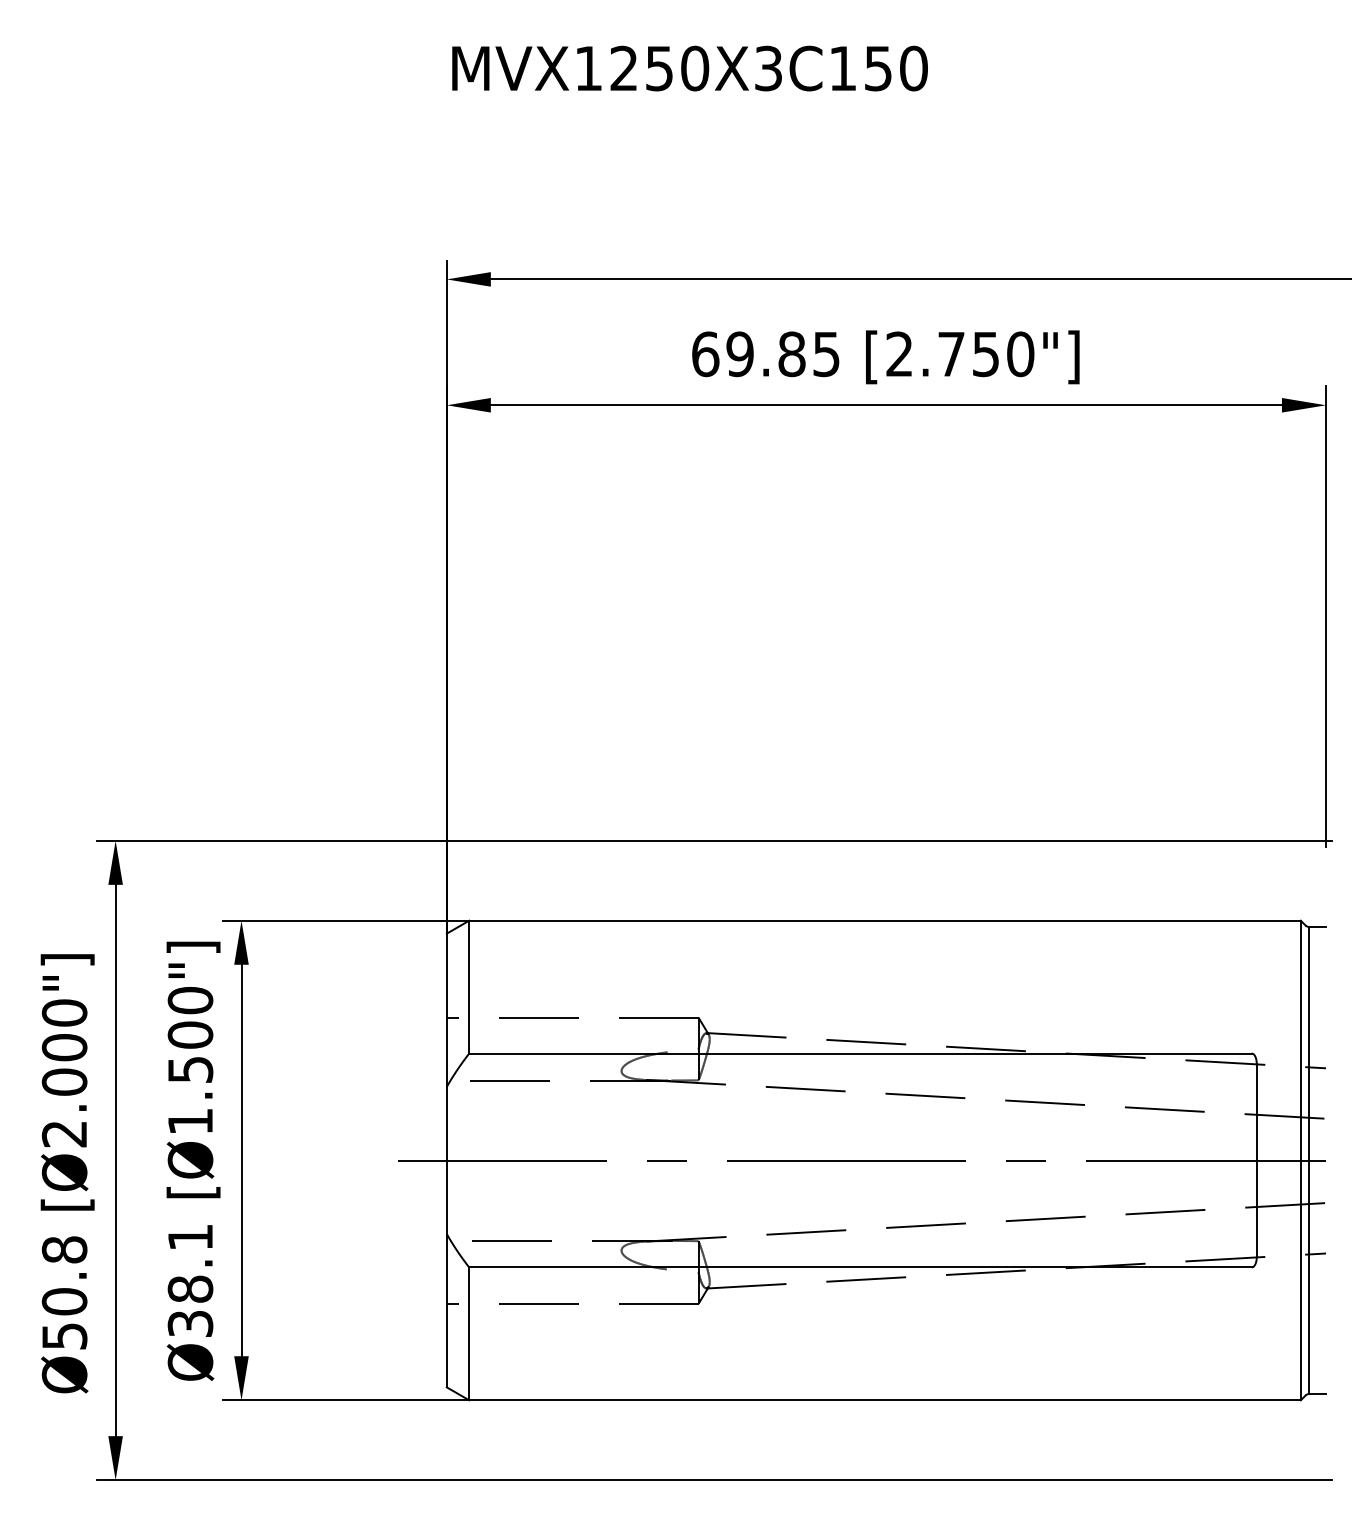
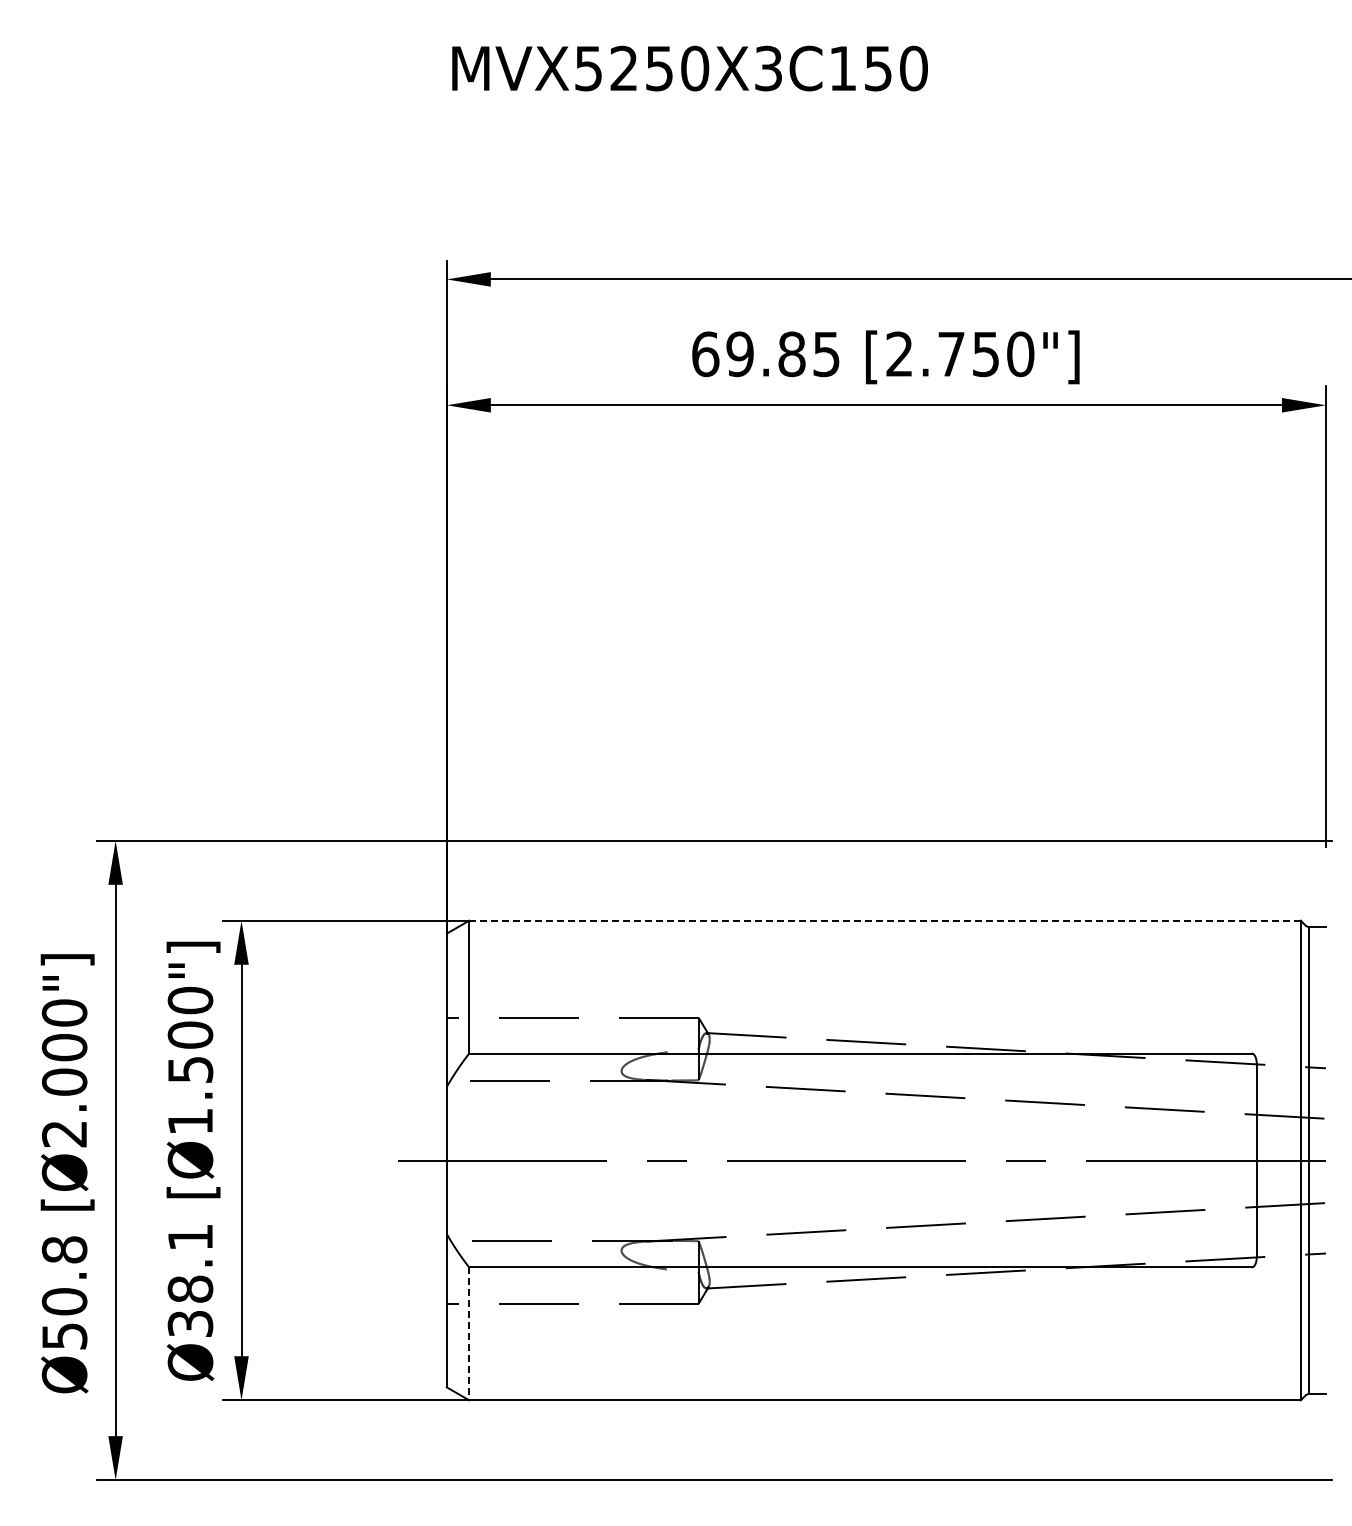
text at (588, 68): MVX1250X3C150 -> MVX5250X3C150
line at (885, 920): solid -> dashed
line at (469, 1334): solid -> dashed
